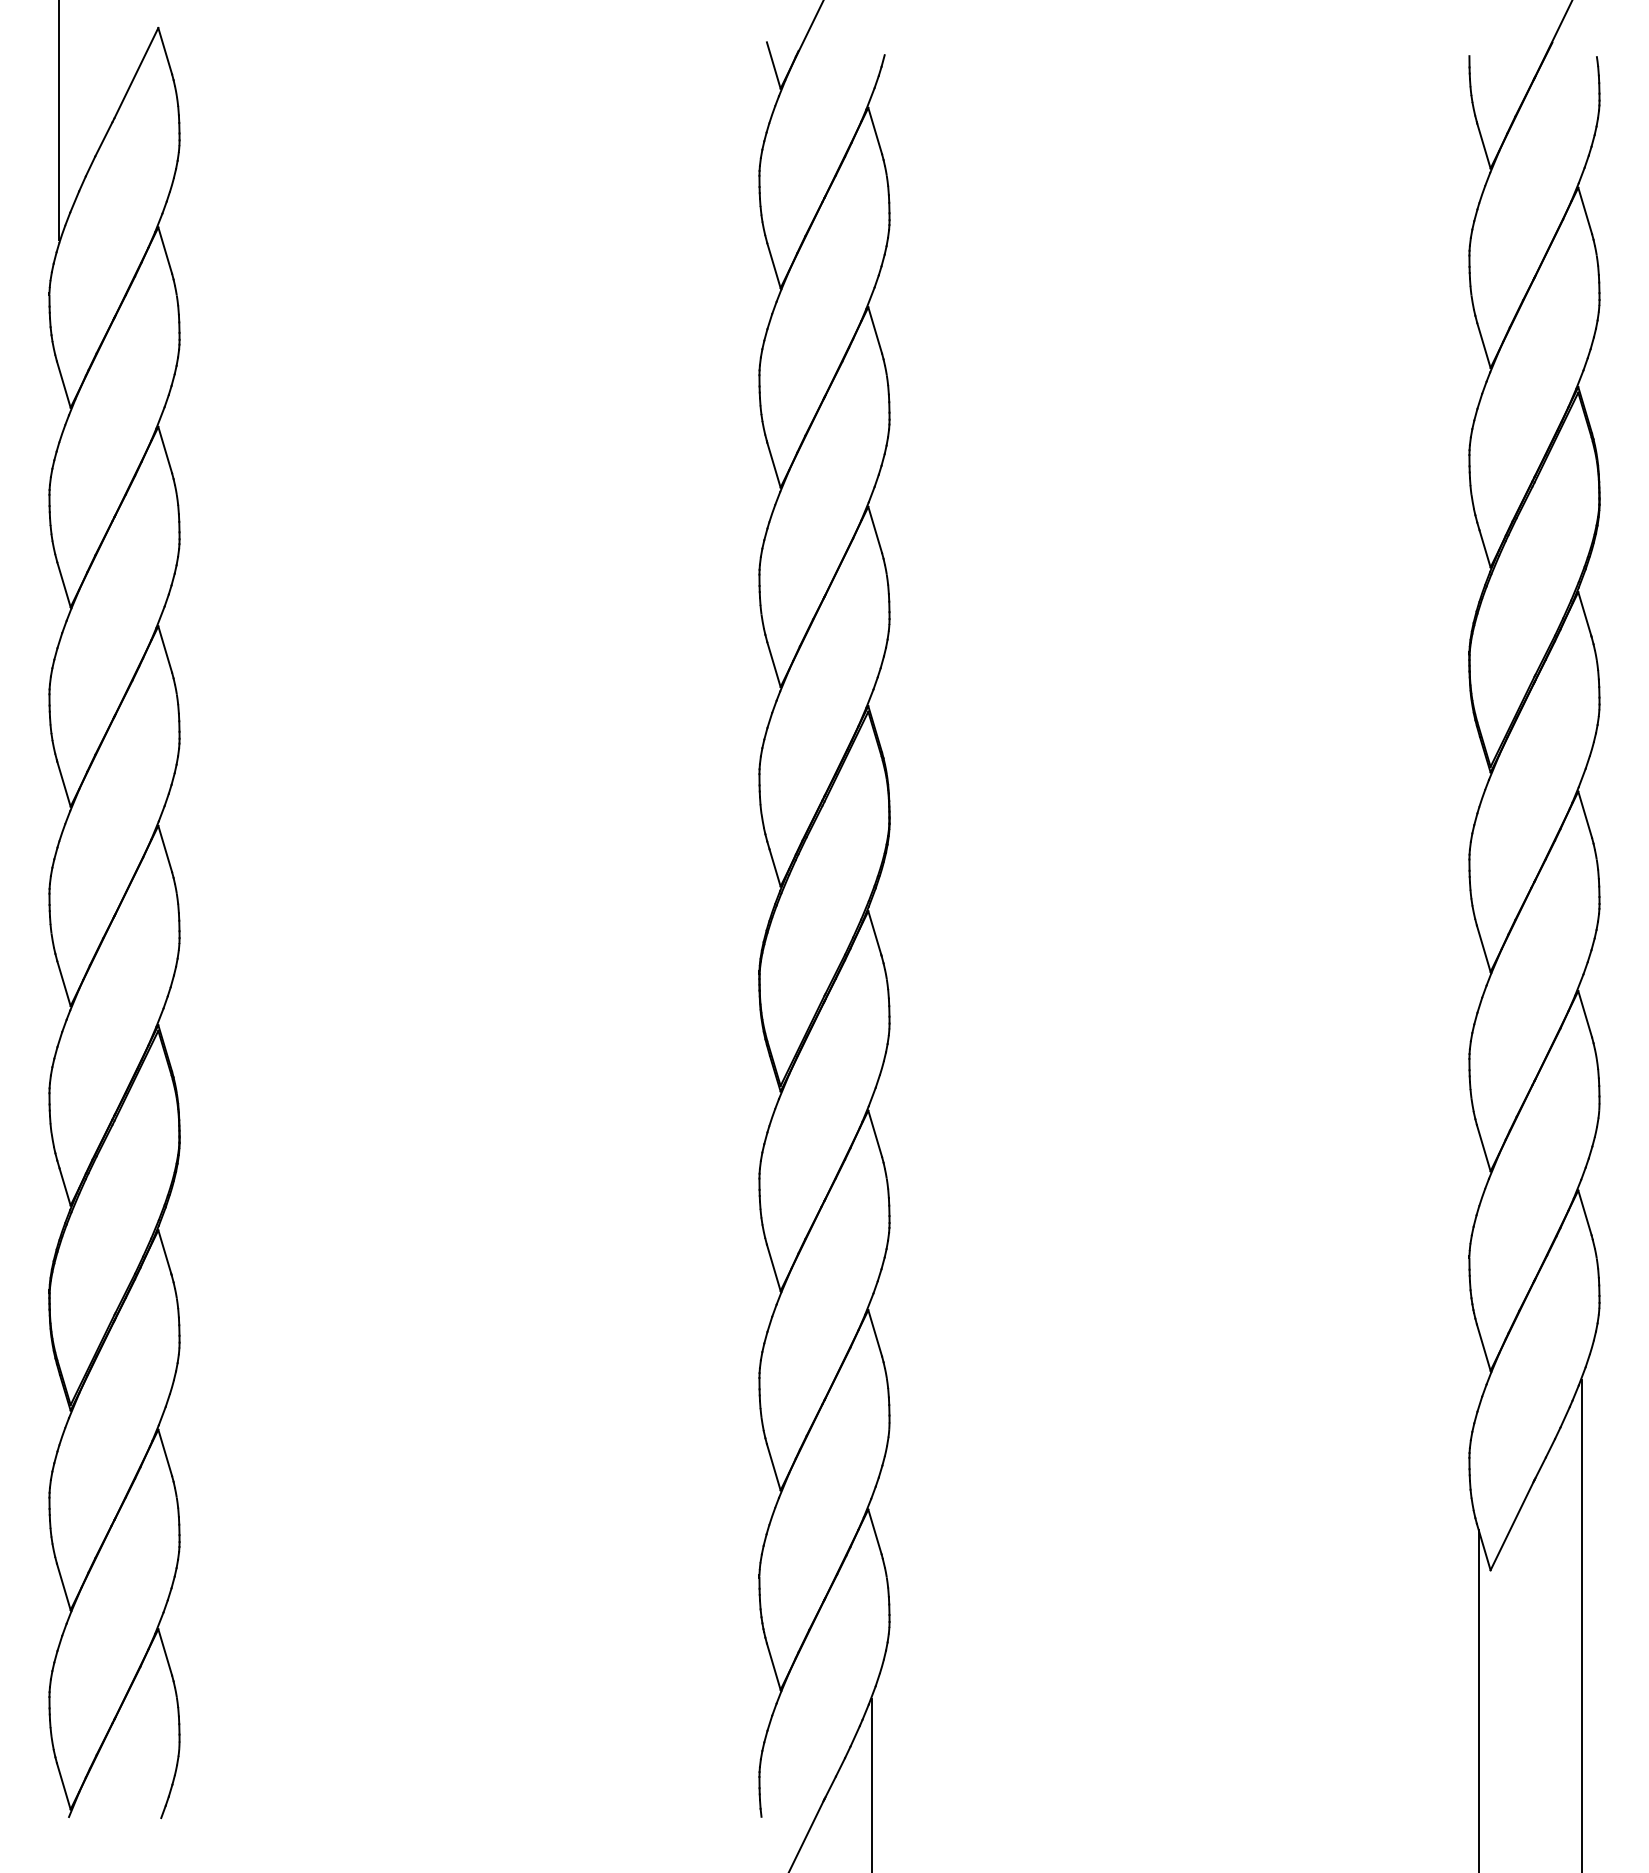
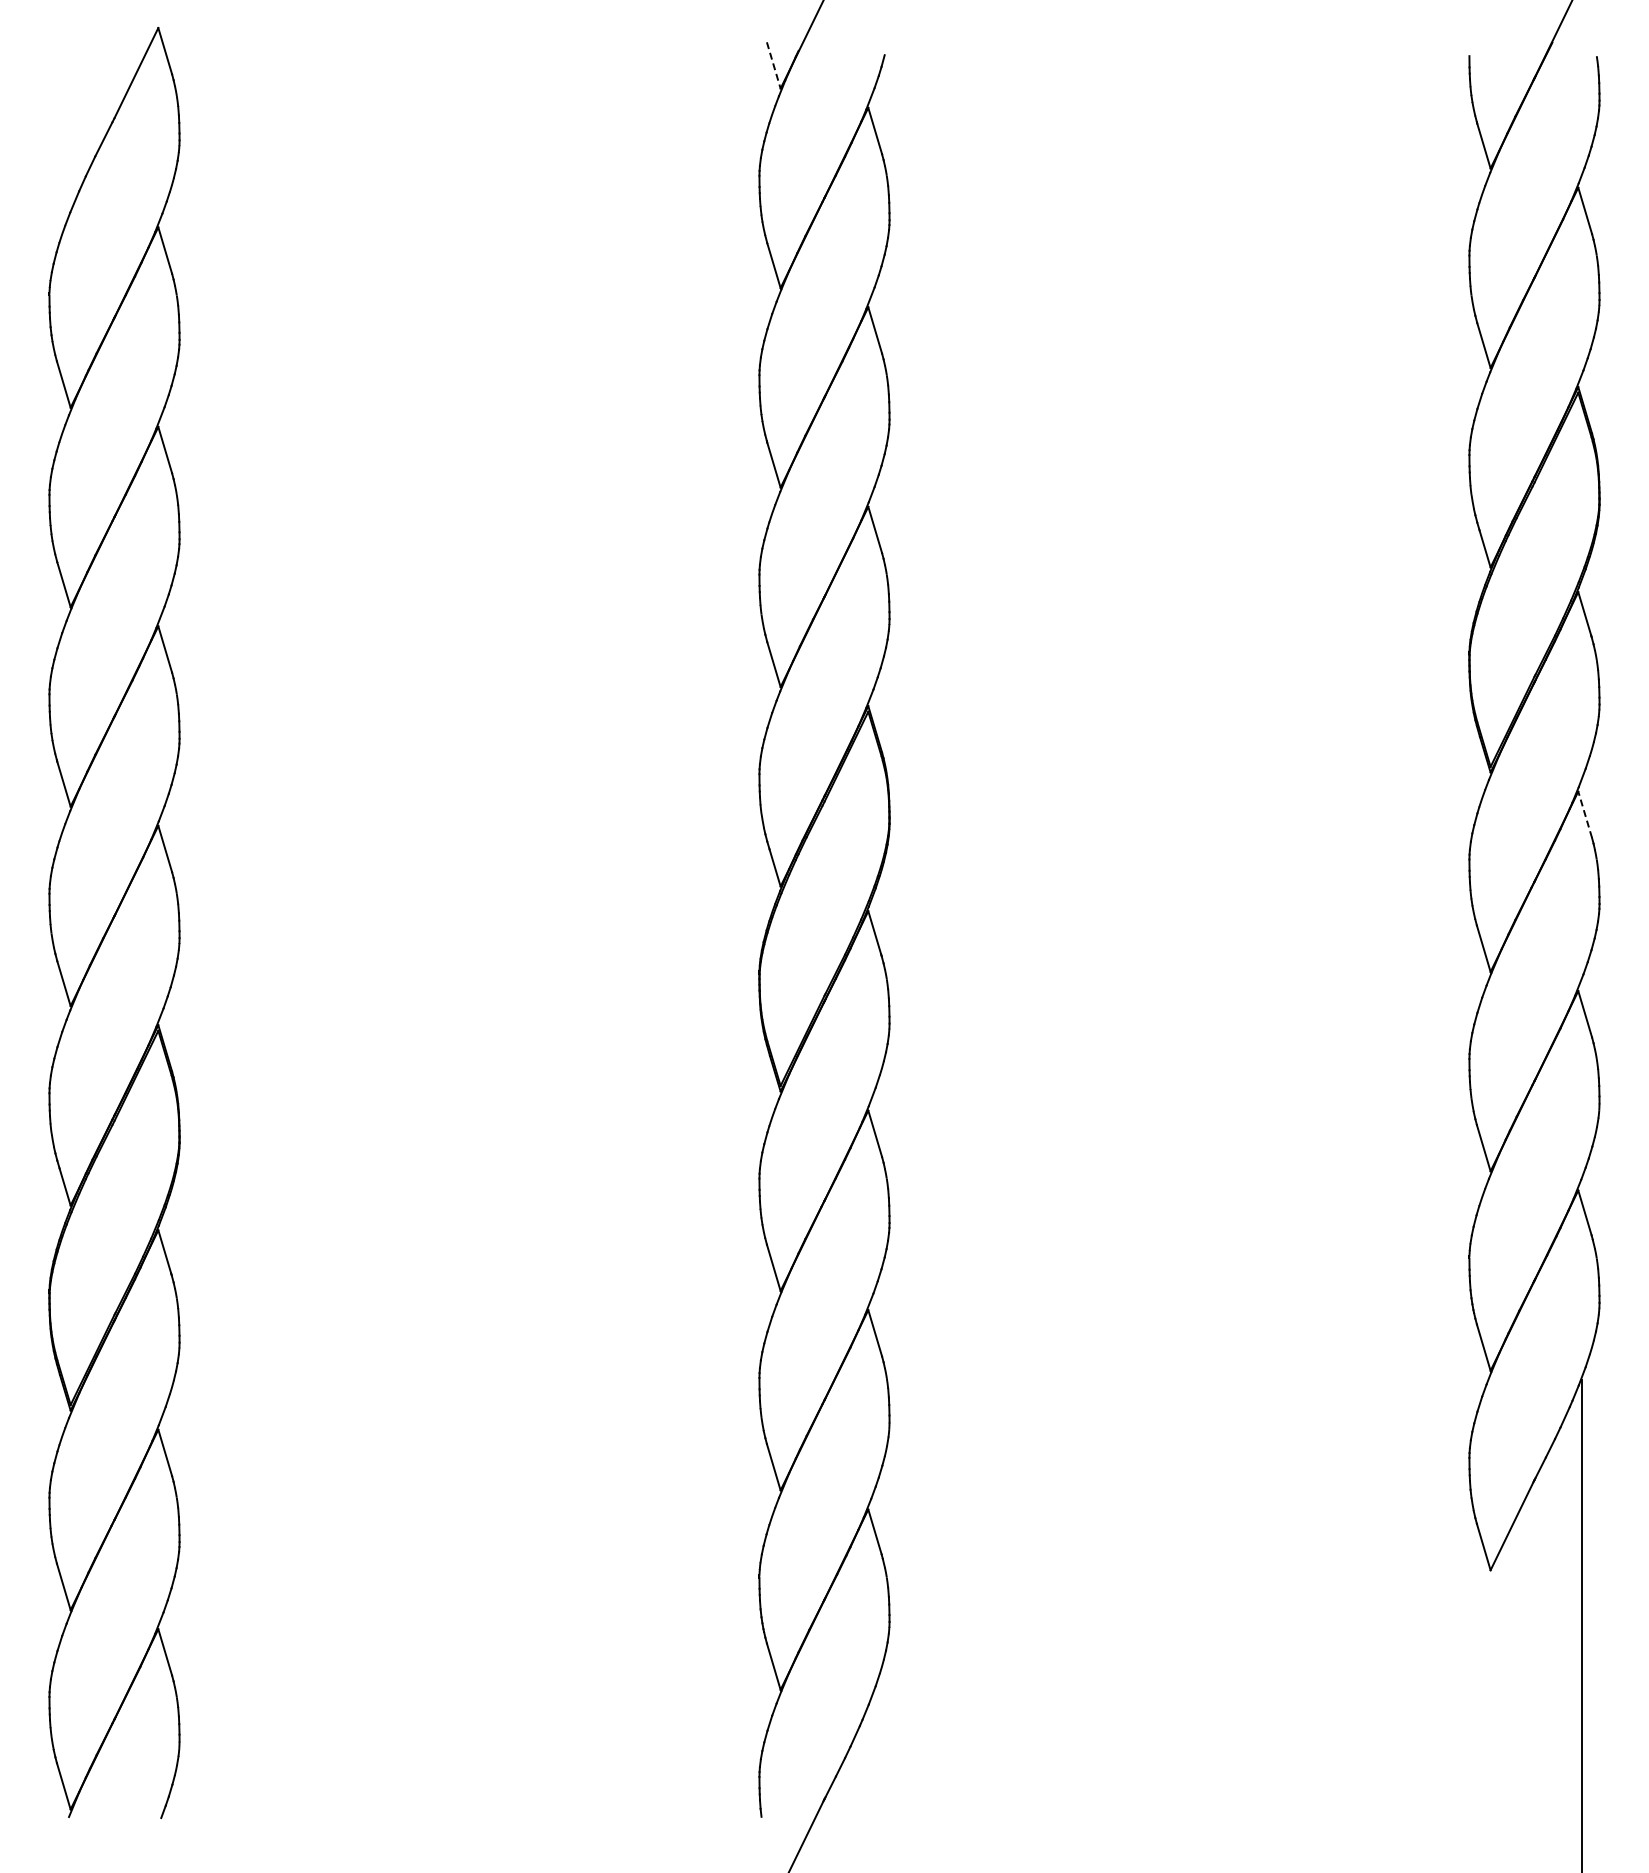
line at (773, 65): solid -> dashed
line at (58, 121): present -> none
line at (1585, 814): solid -> dashed
line at (1478, 1699): present -> none
line at (871, 1784): present -> none
